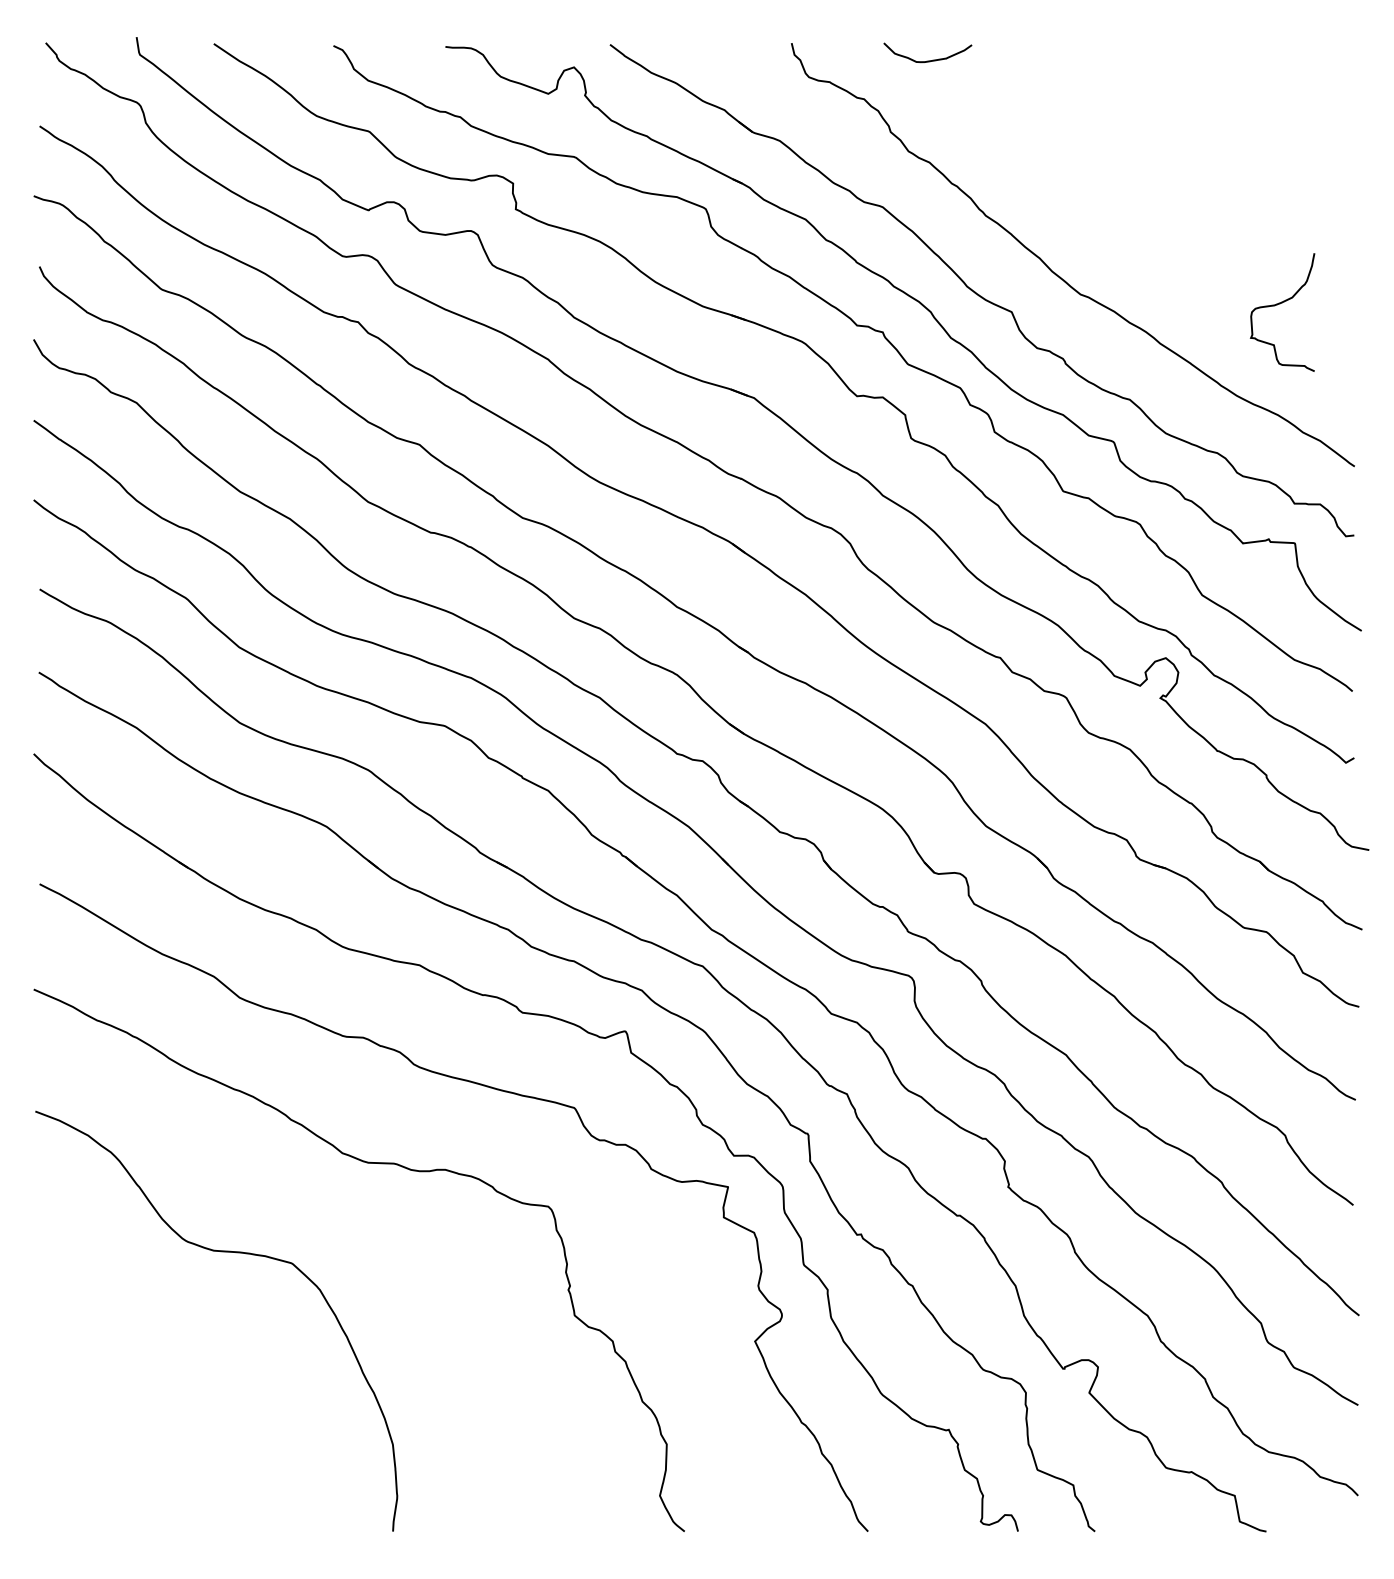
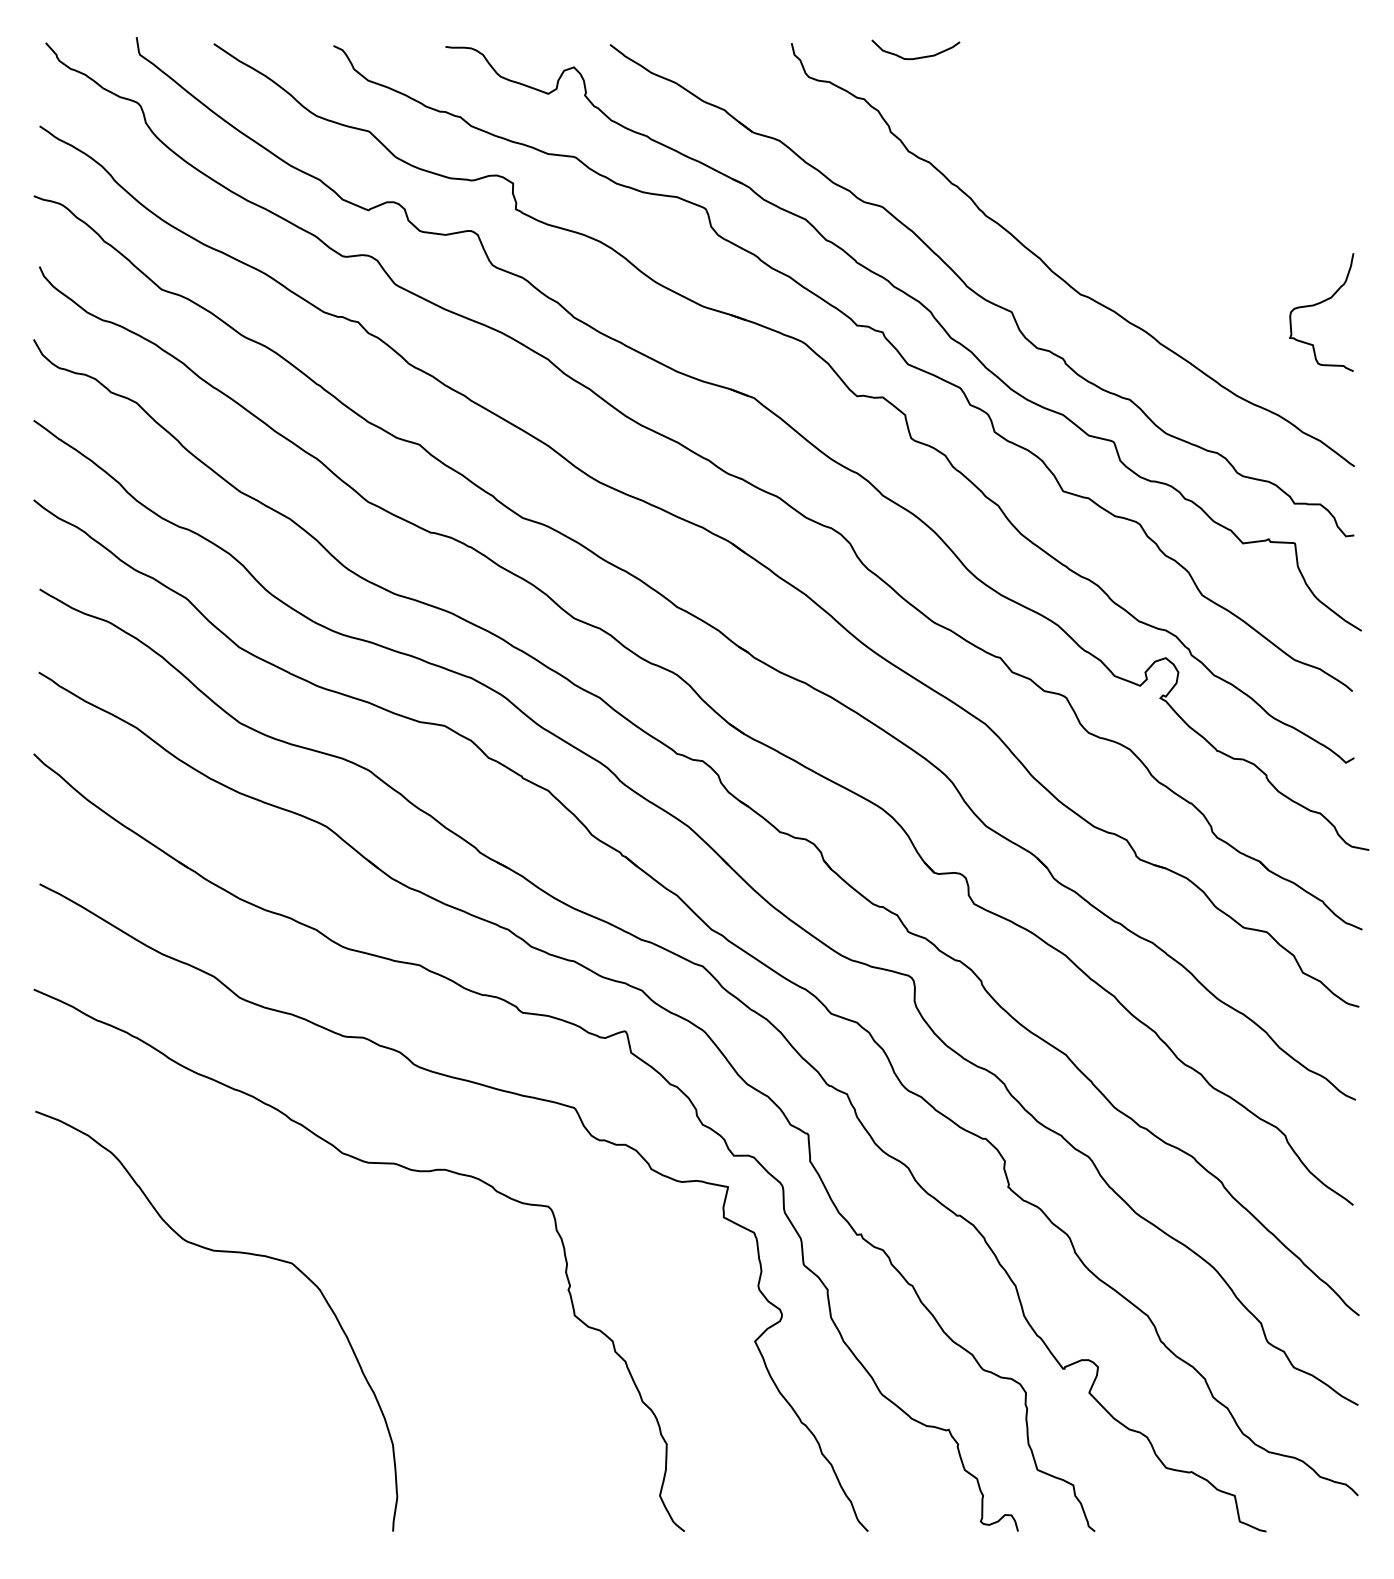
curve at (927, 60) position: (927, 60) -> (915, 57)
curve at (1280, 304) position: (1280, 304) -> (1319, 304)
